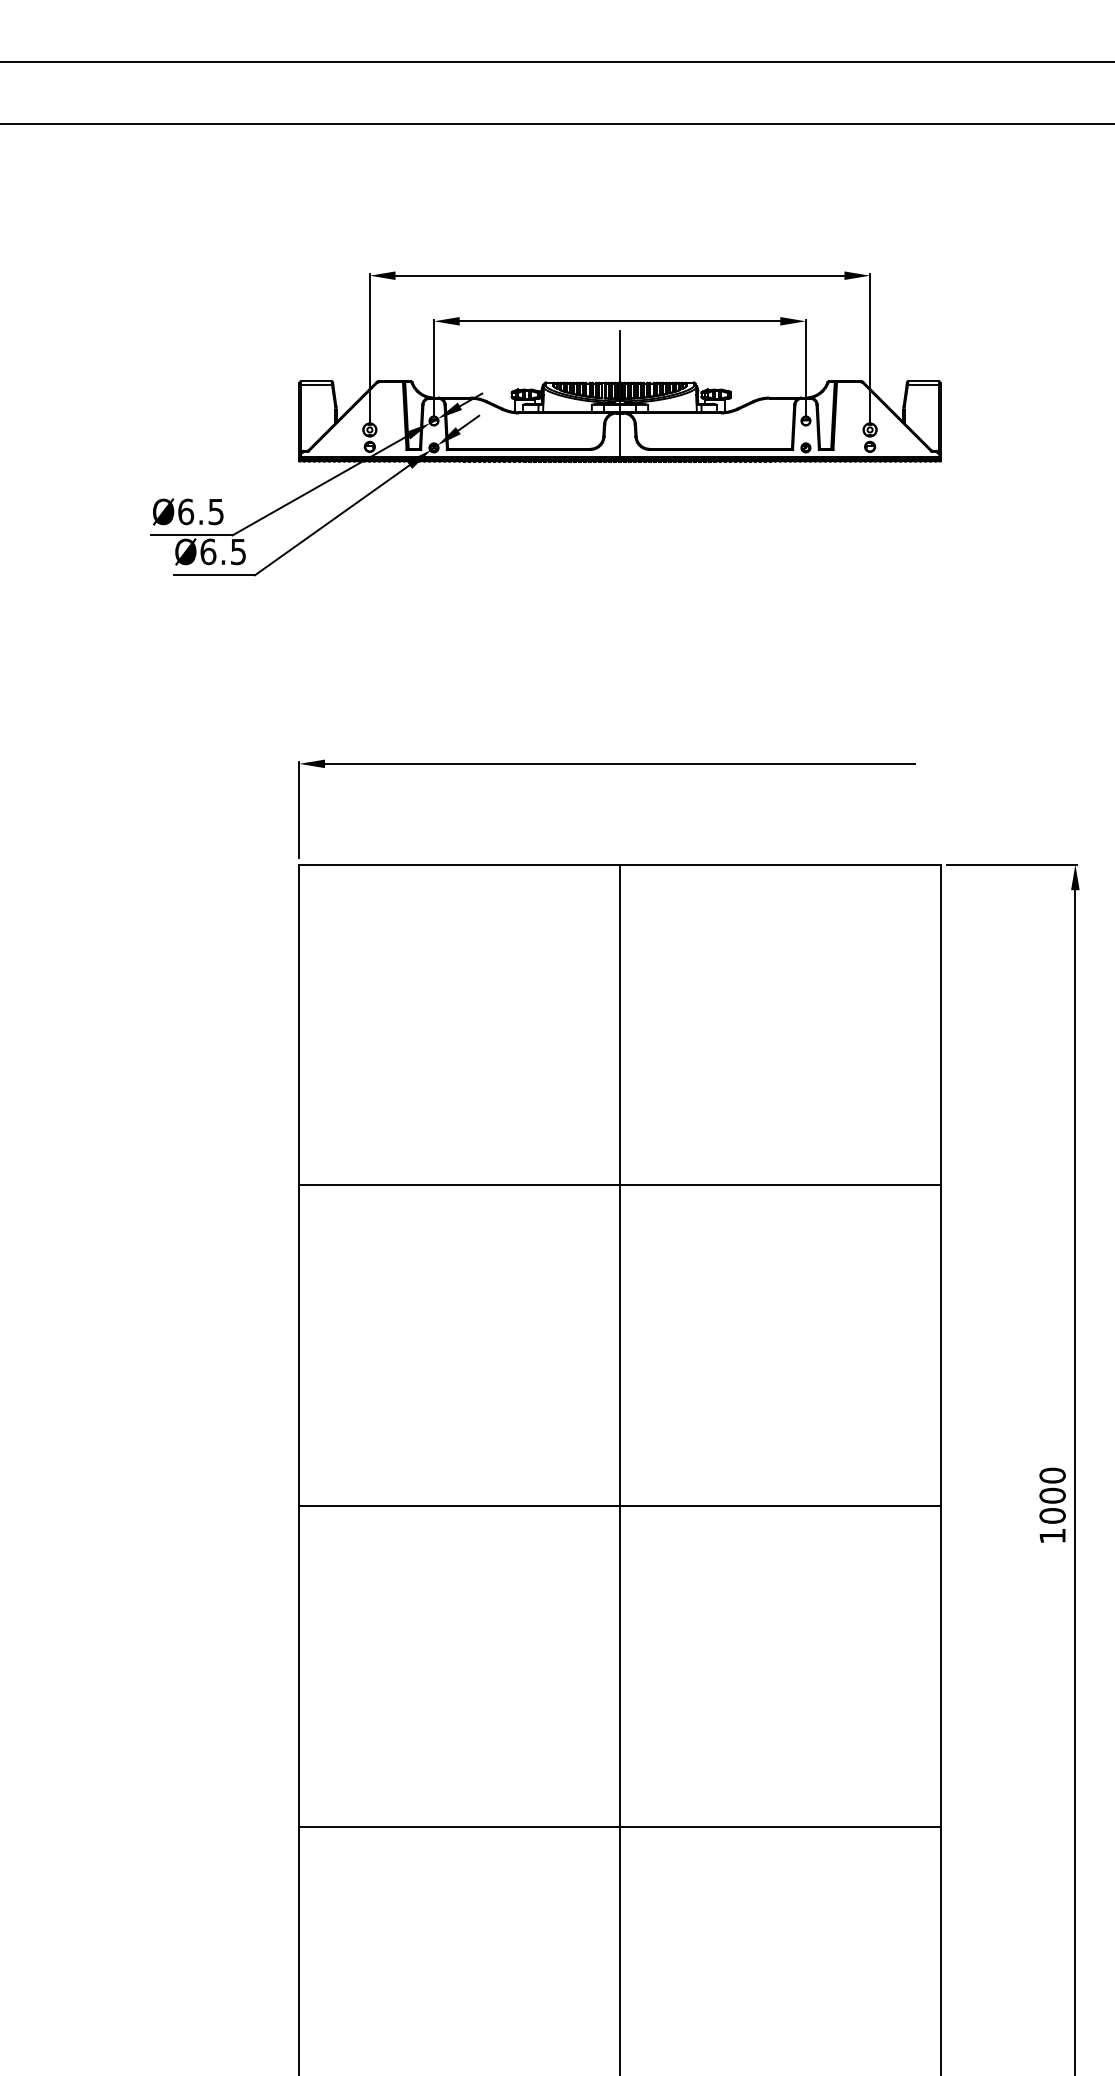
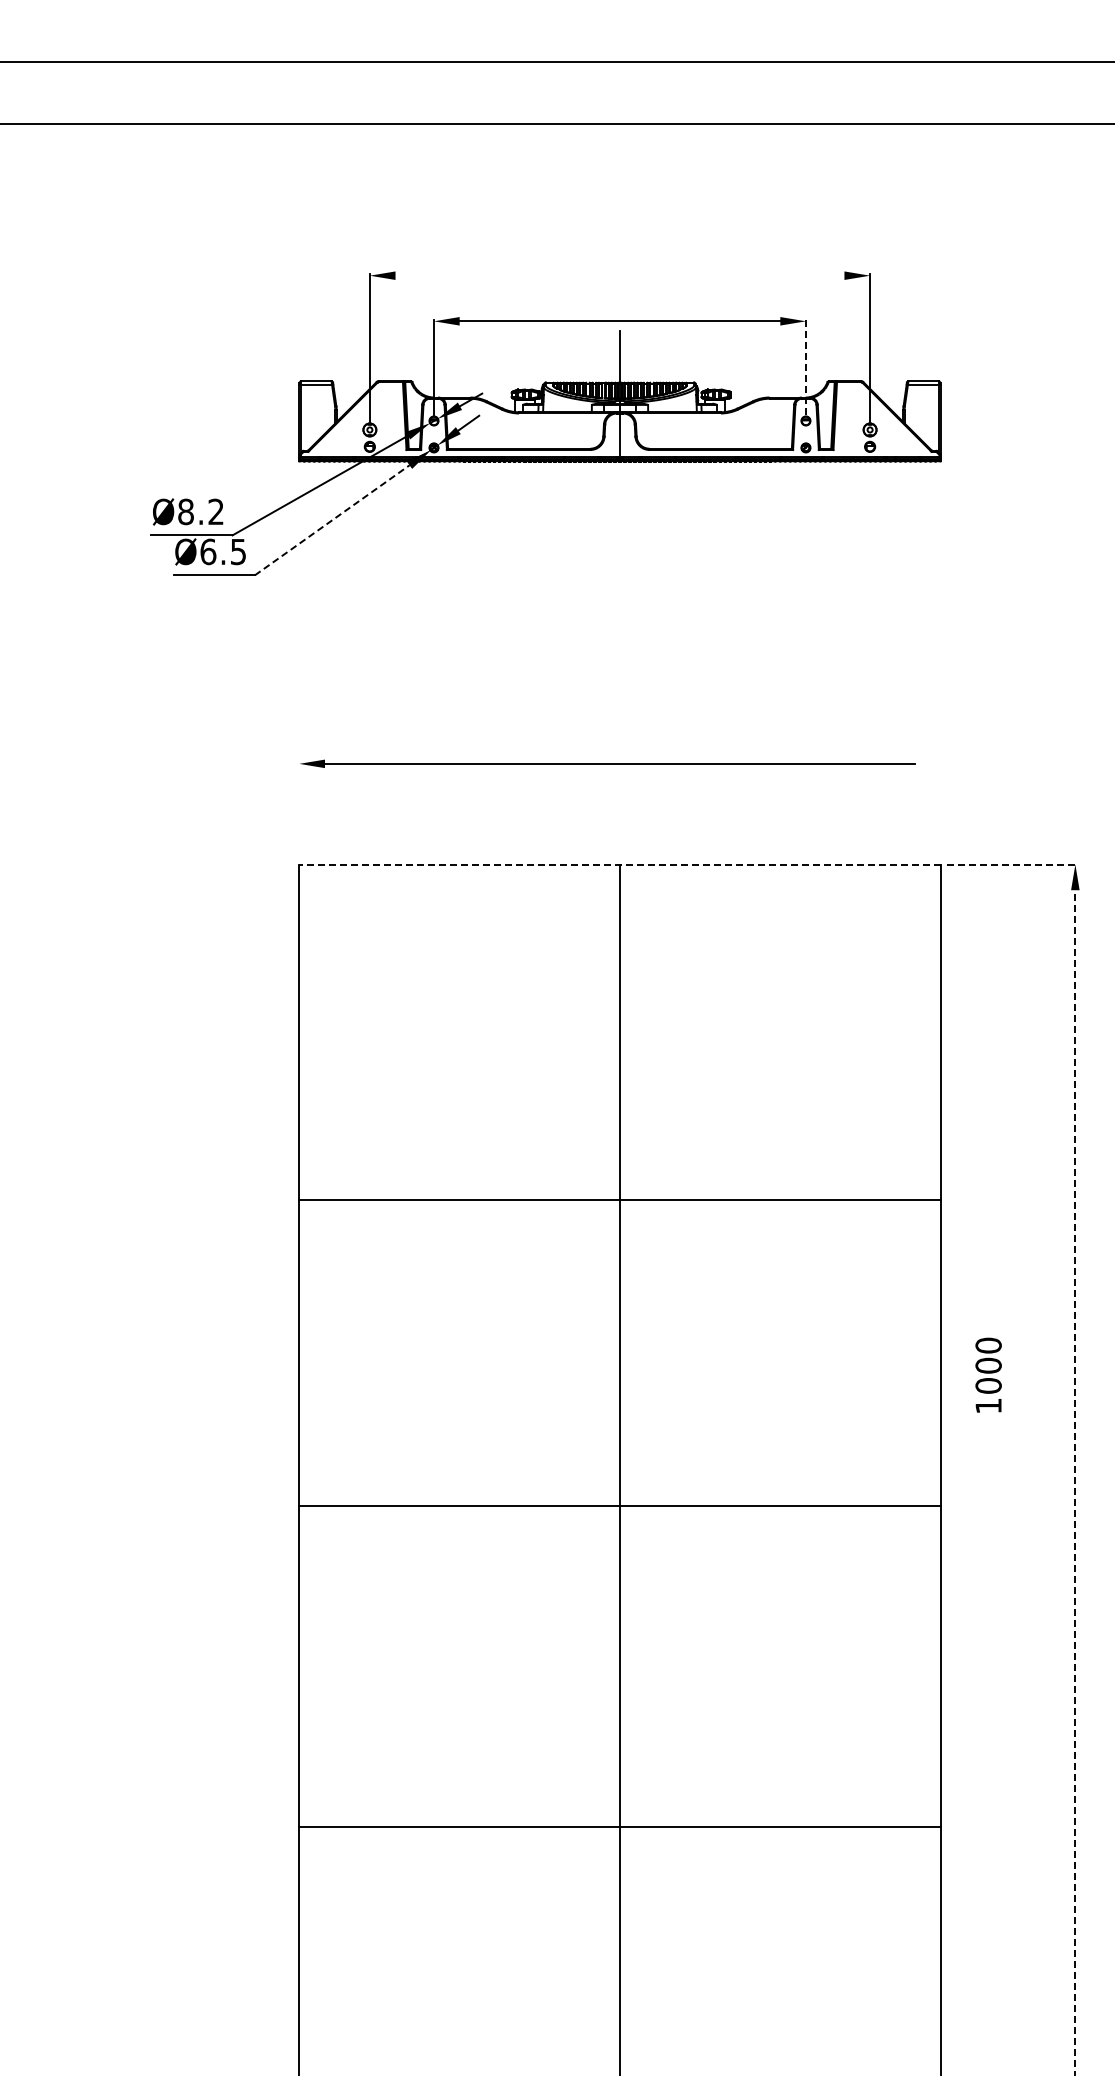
line at (619, 275): present -> none
line at (805, 366): solid -> dashed
text at (200, 511): Ø6.5 -> Ø8.2
line at (332, 520): solid -> dashed
line at (299, 810): present -> none
line at (619, 864): solid -> dashed
line at (1012, 864): solid -> dashed
line at (619, 1185) position: (619, 1185) -> (619, 1200)
line at (1075, 1482): solid -> dashed
text at (1052, 1504) position: (1052, 1504) -> (988, 1374)
